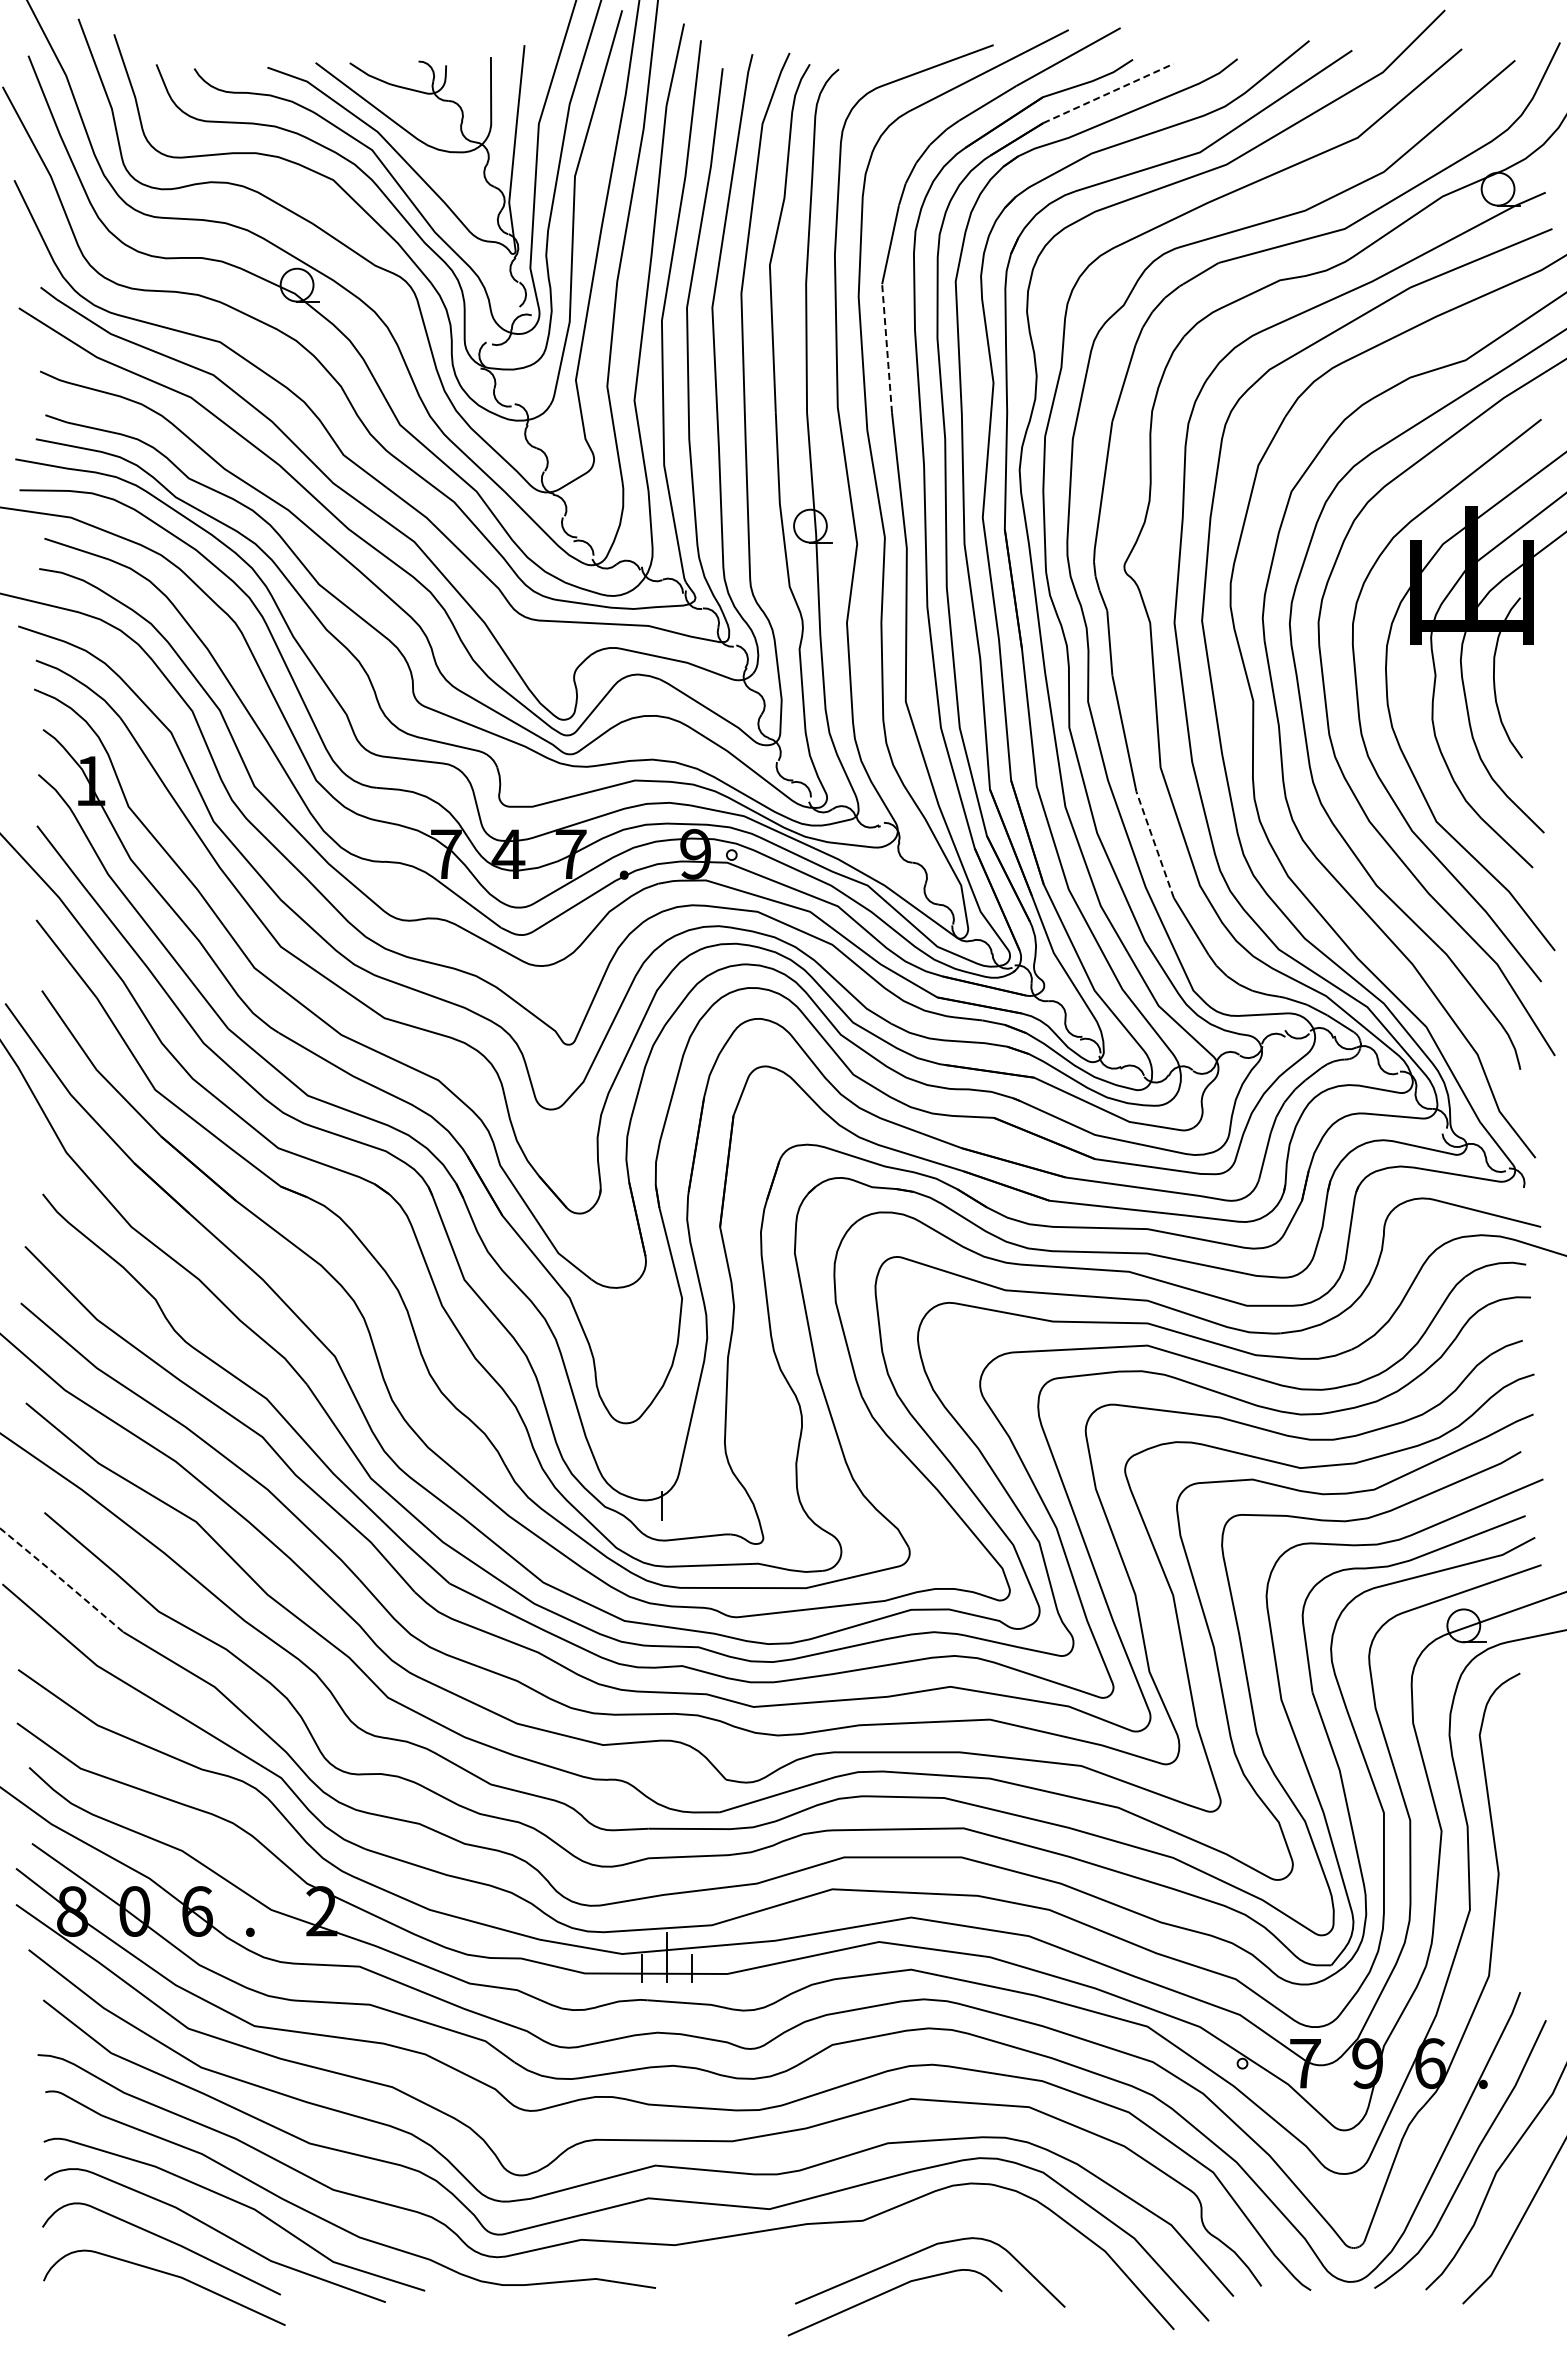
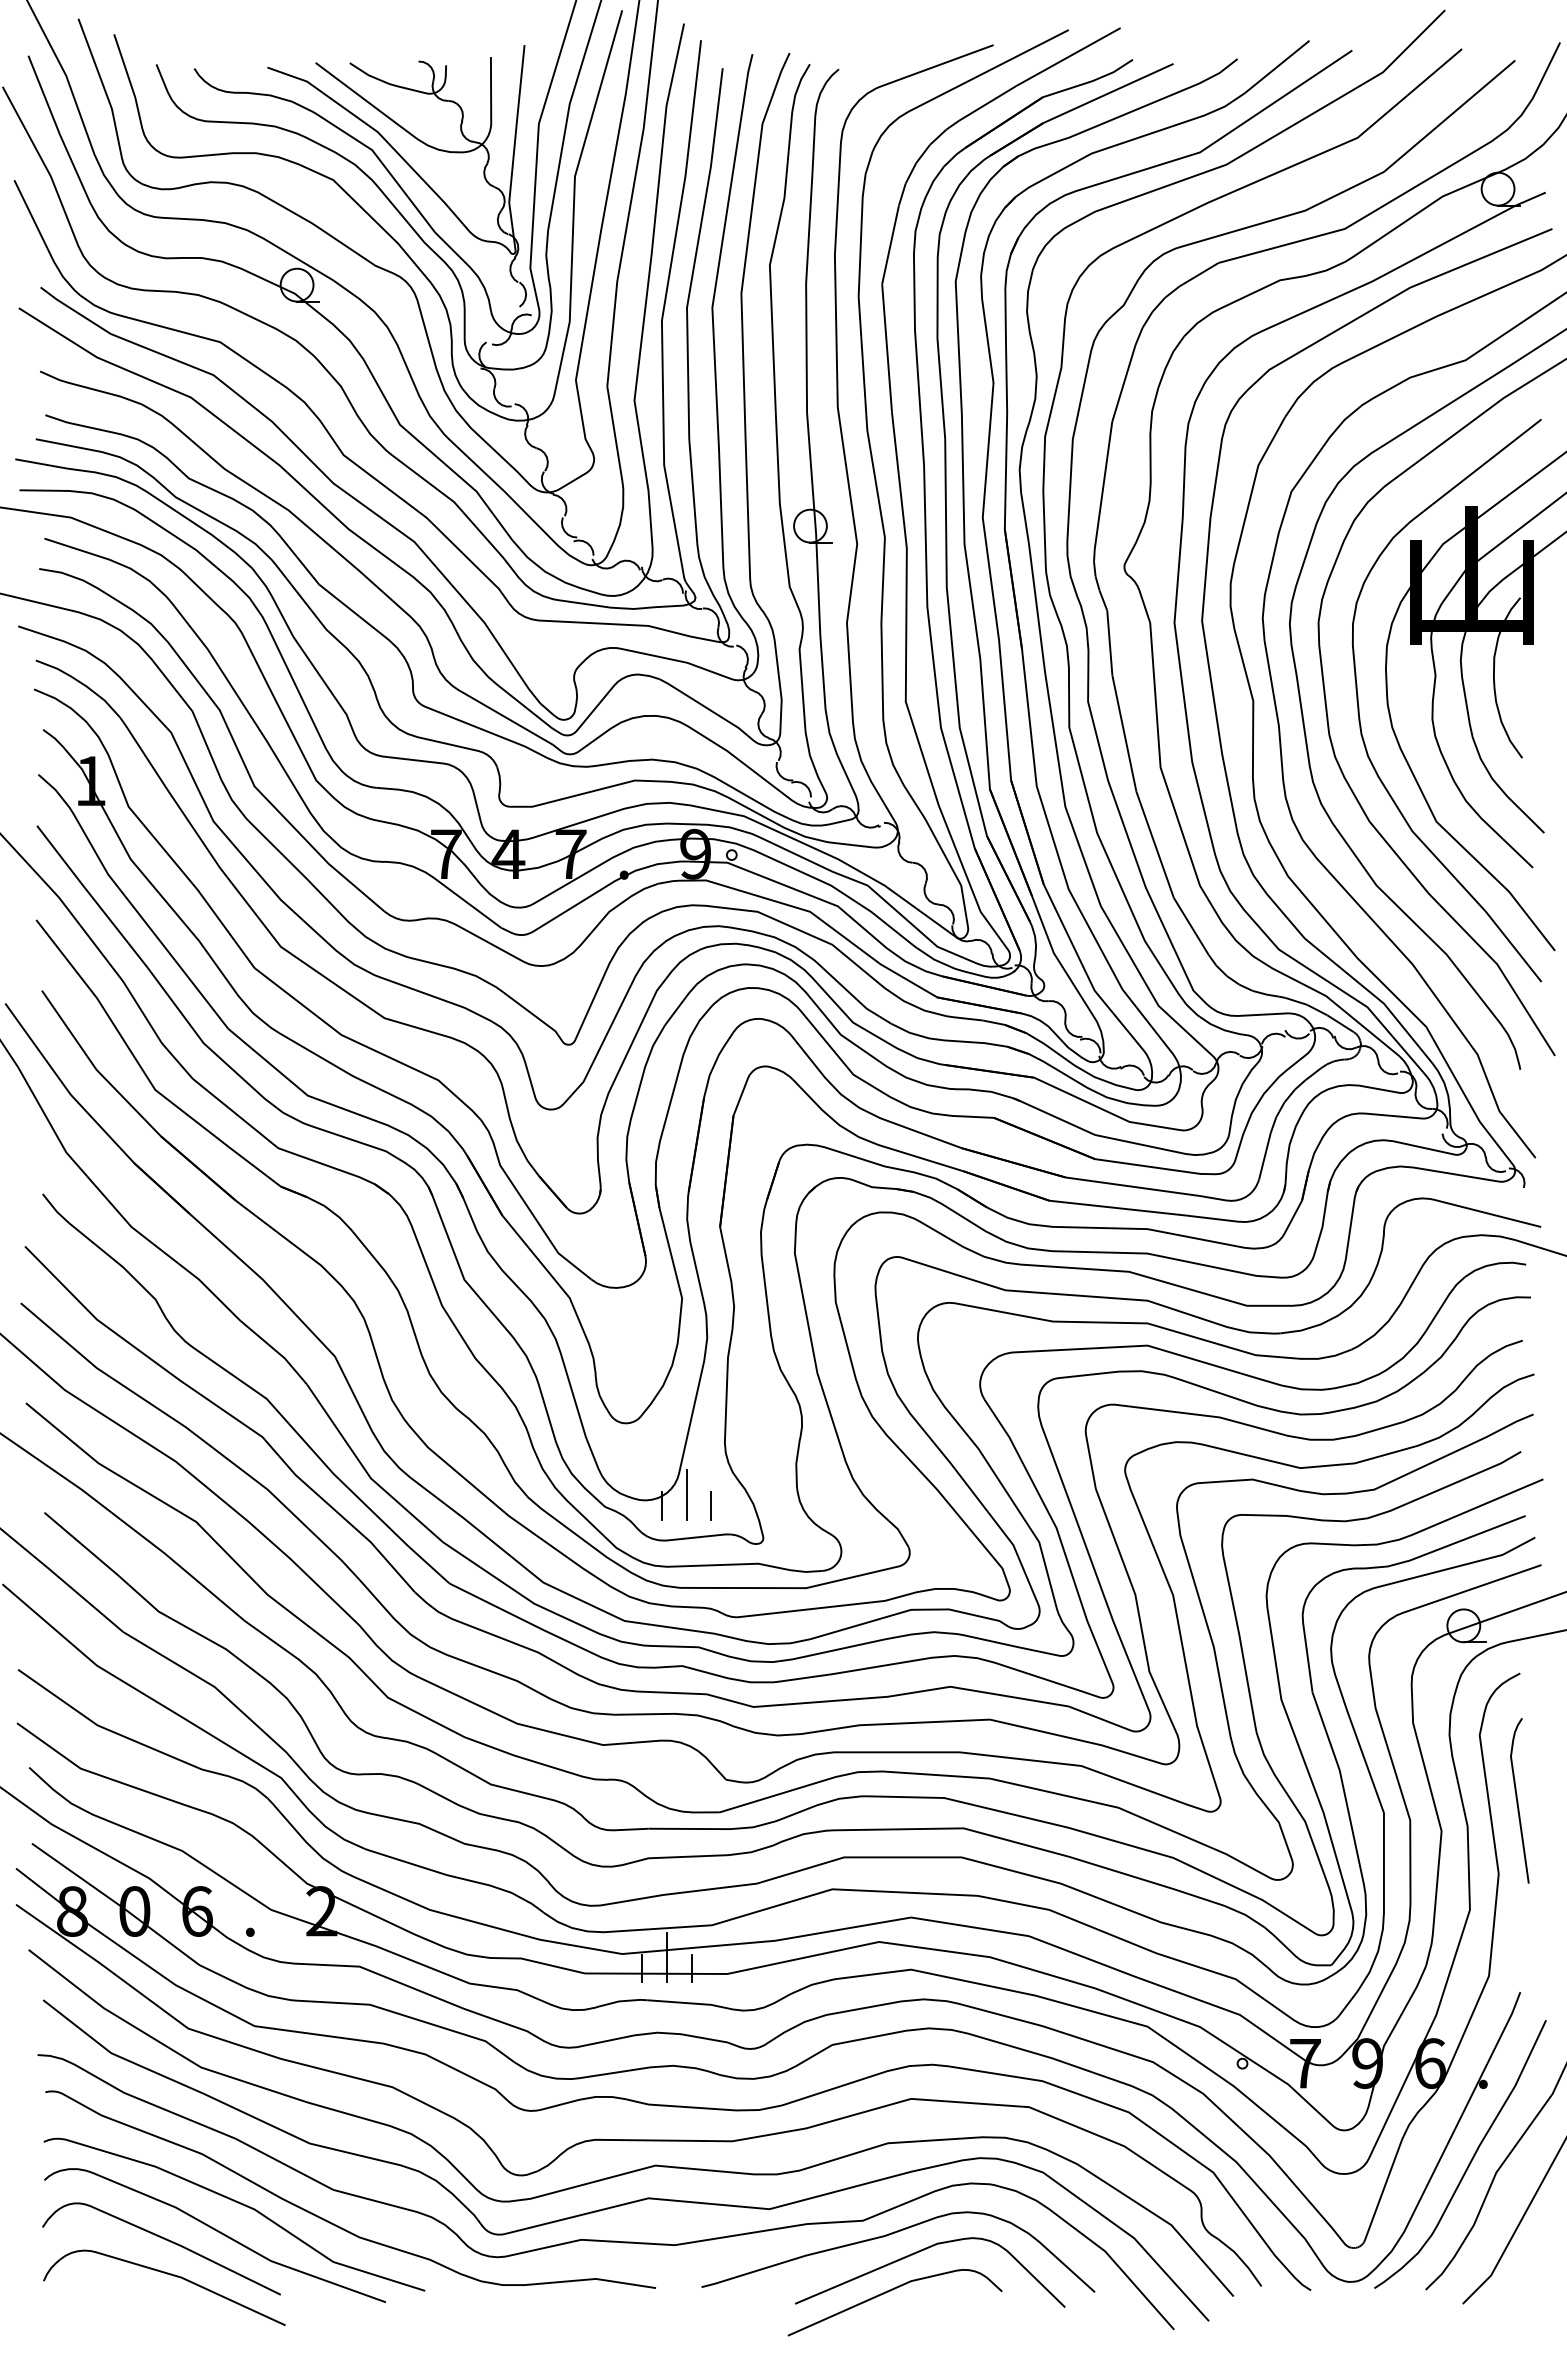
line at (1108, 93): dashed -> solid
line at (887, 348): dashed -> solid
line at (1154, 844): dashed -> solid
line at (686, 1494): none -> present
line at (711, 1505): none -> present
line at (62, 1580): dashed -> solid
curve at (1518, 1801): none -> present
curve at (892, 2234): none -> present
